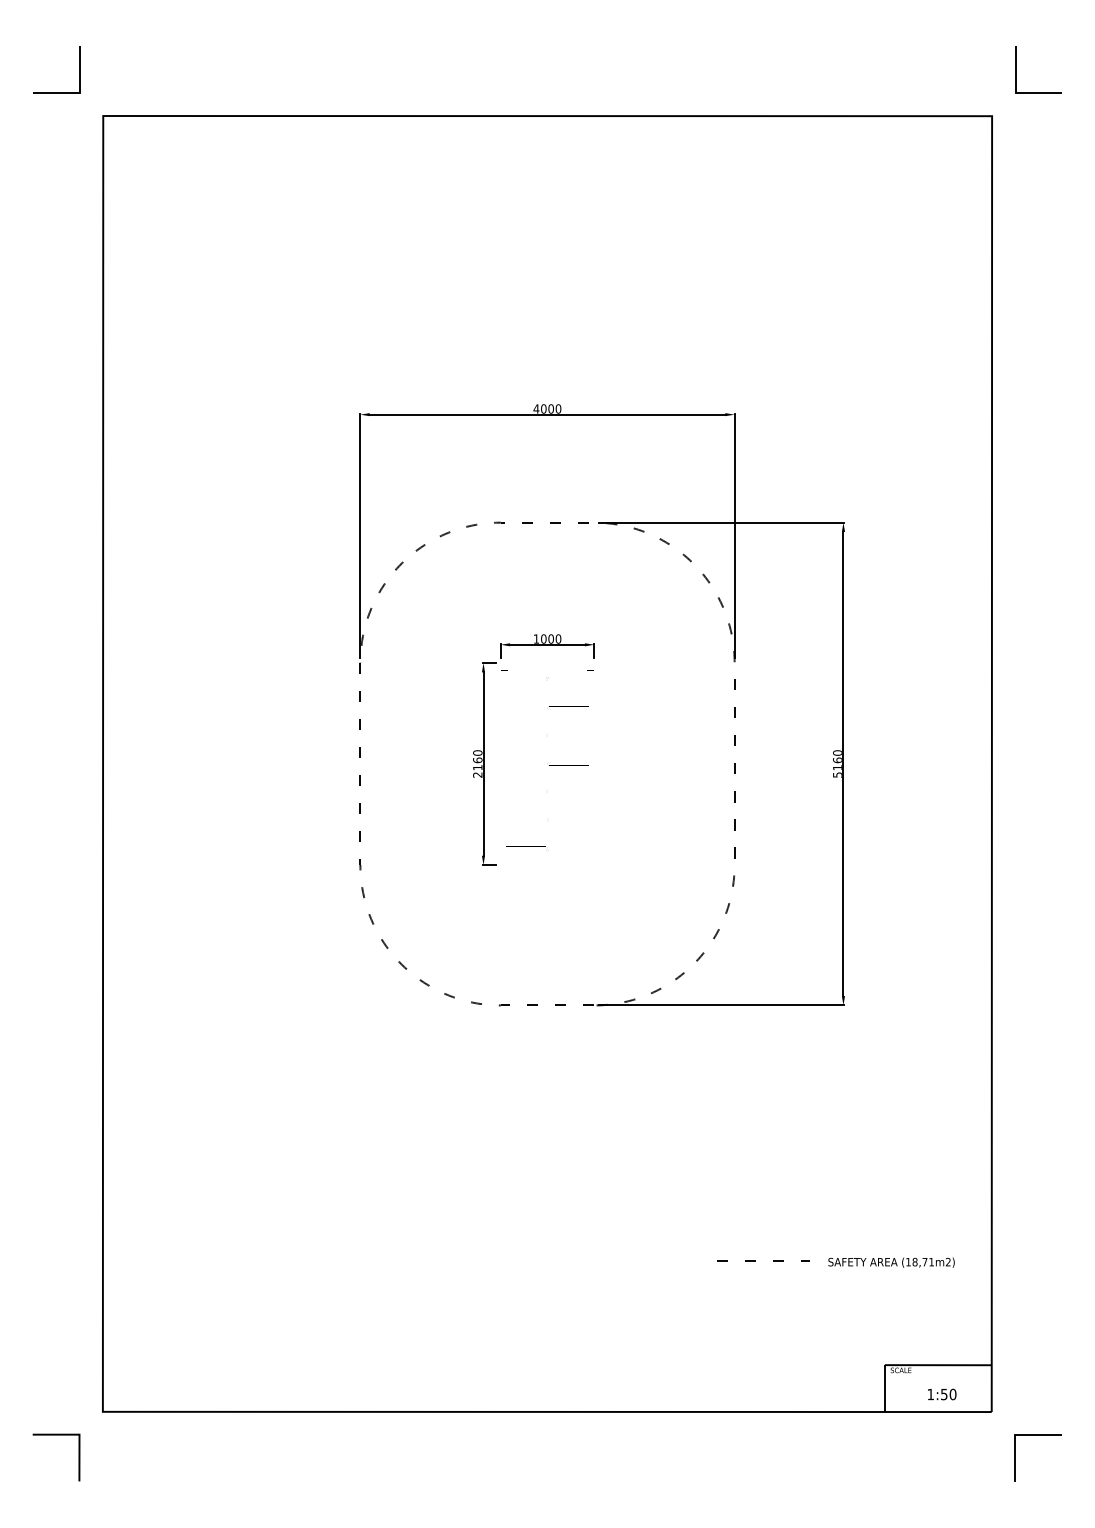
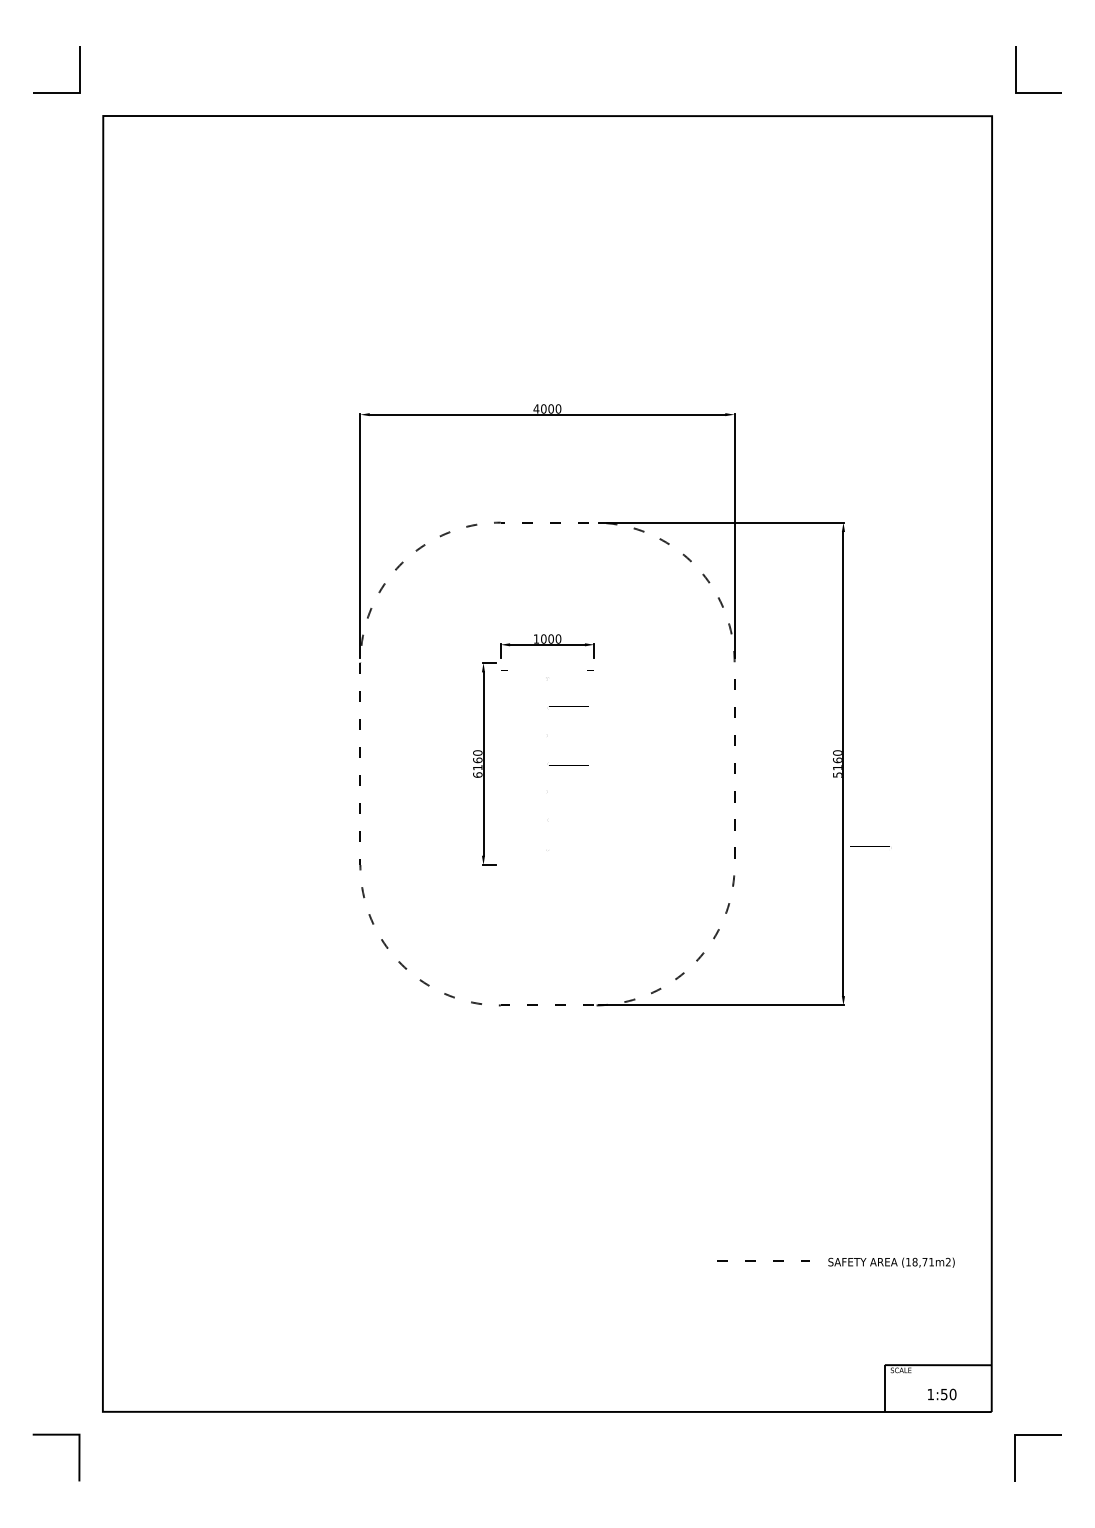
text at (477, 774): 2160 -> 6160
line at (525, 846) position: (525, 846) -> (869, 846)
